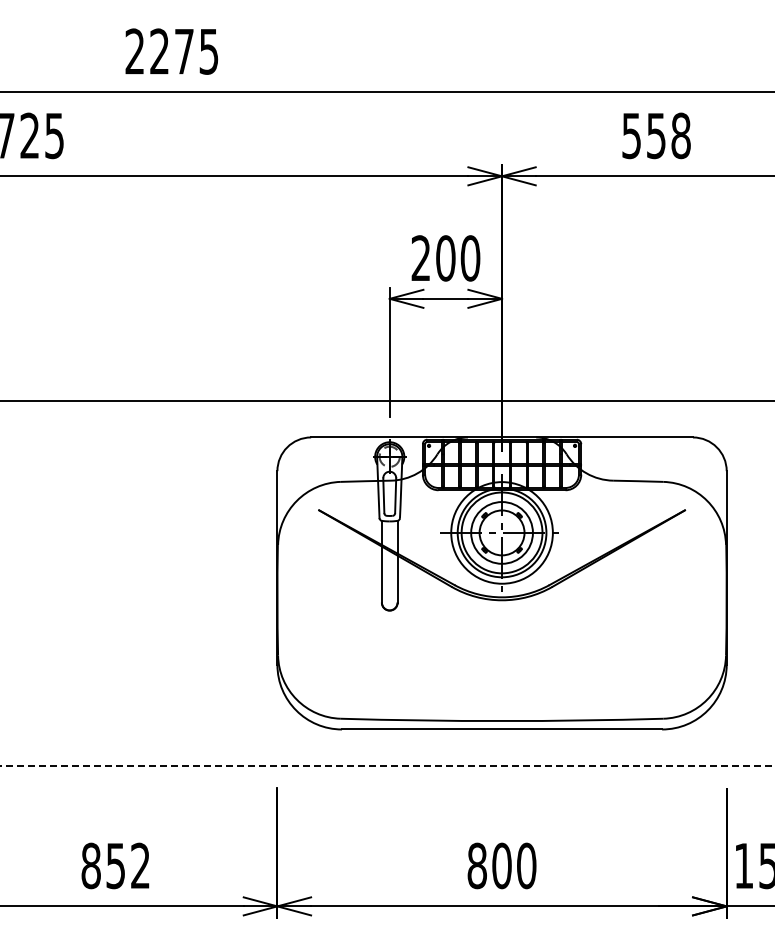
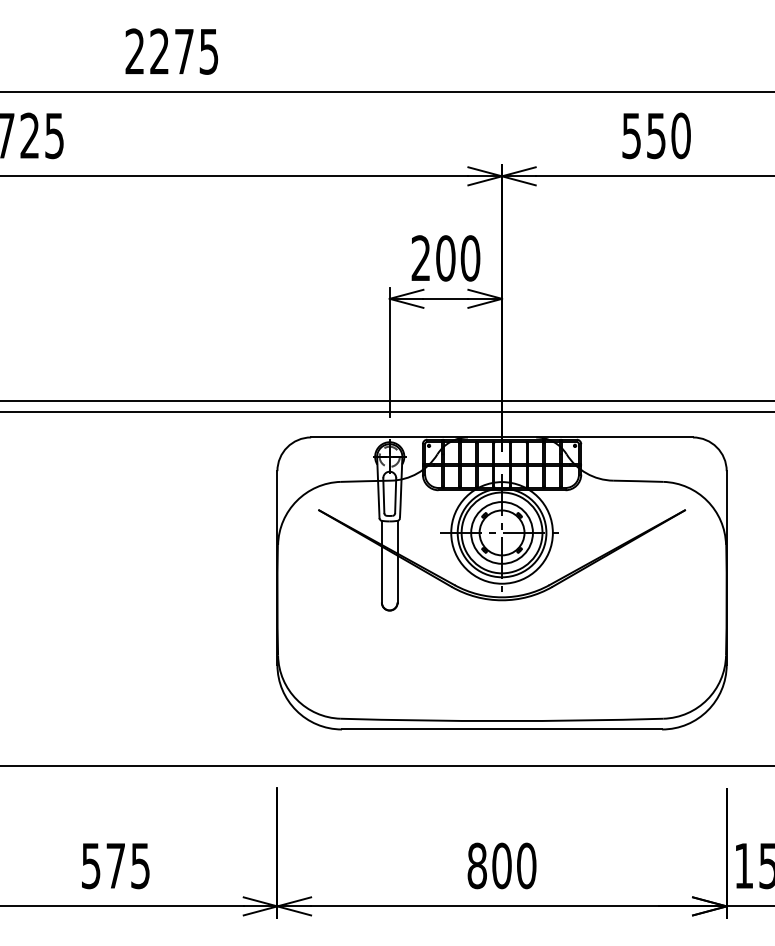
text at (680, 135): 558 -> 550
line at (386, 412): none -> present
line at (388, 765): dashed -> solid
text at (115, 865): 852 -> 575
